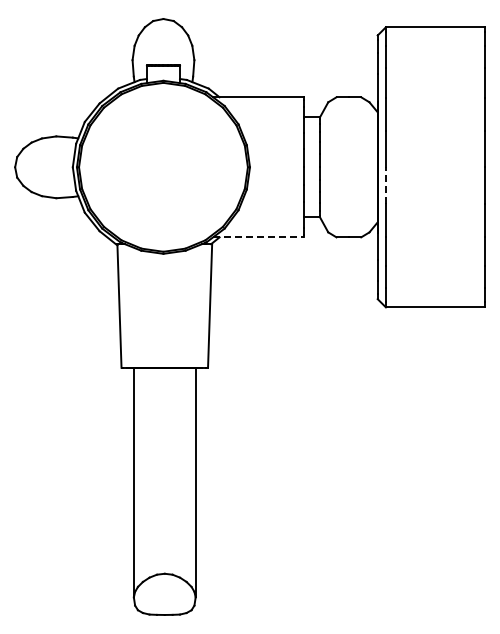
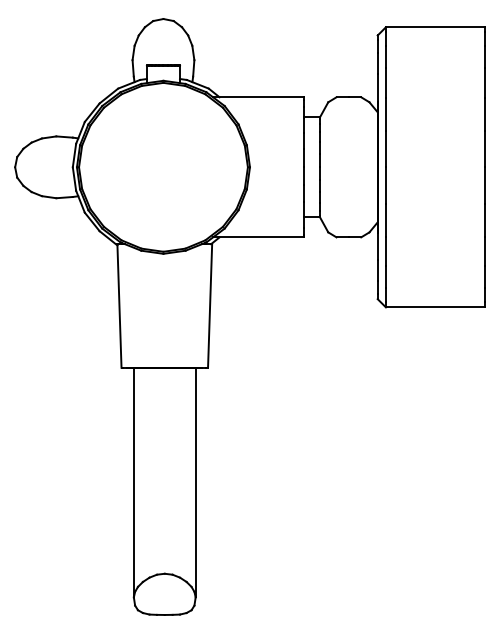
line at (385, 184): dashed -> solid
line at (258, 237): dashed -> solid
